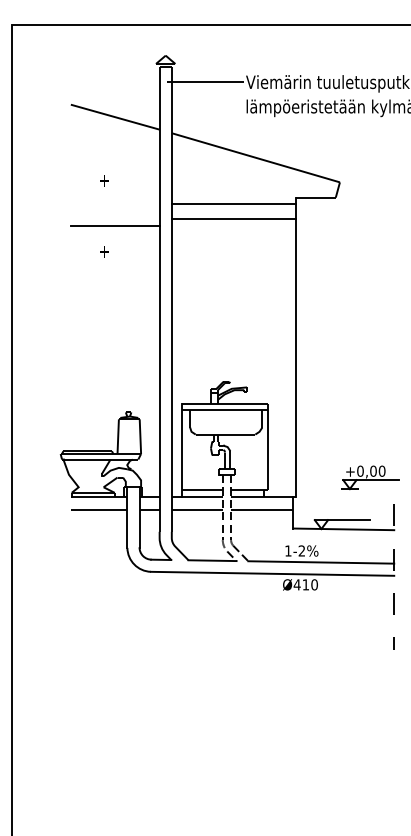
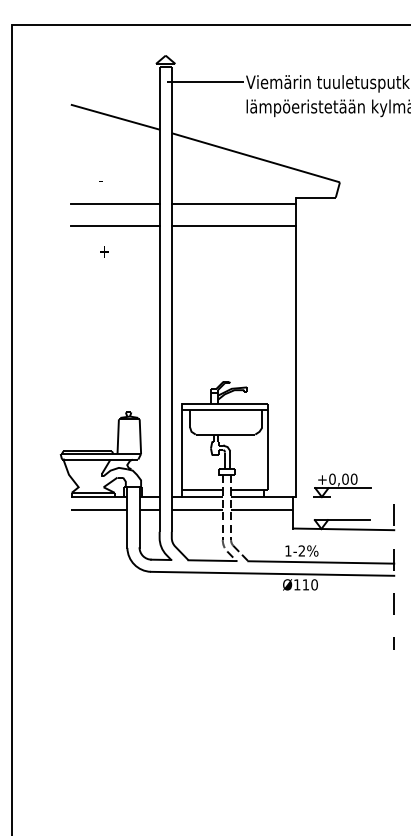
text at (103, 180): + -> -
line at (114, 203): none -> present
line at (233, 218) position: (233, 218) -> (233, 225)
part at (370, 477) position: (370, 477) -> (342, 485)
text at (296, 584): Ø410 -> Ø110
